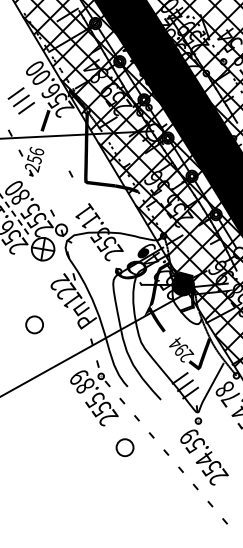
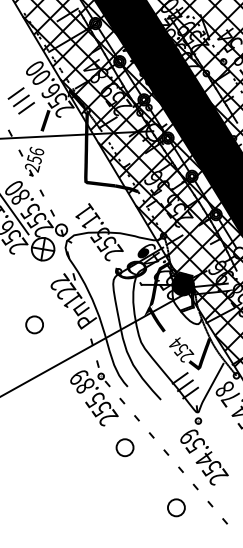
line at (70, 173) position: (70, 173) -> (41, 192)
line at (14, 214): dashed -> solid
text at (180, 350): 294 -> 254
circle at (176, 507): none -> present
